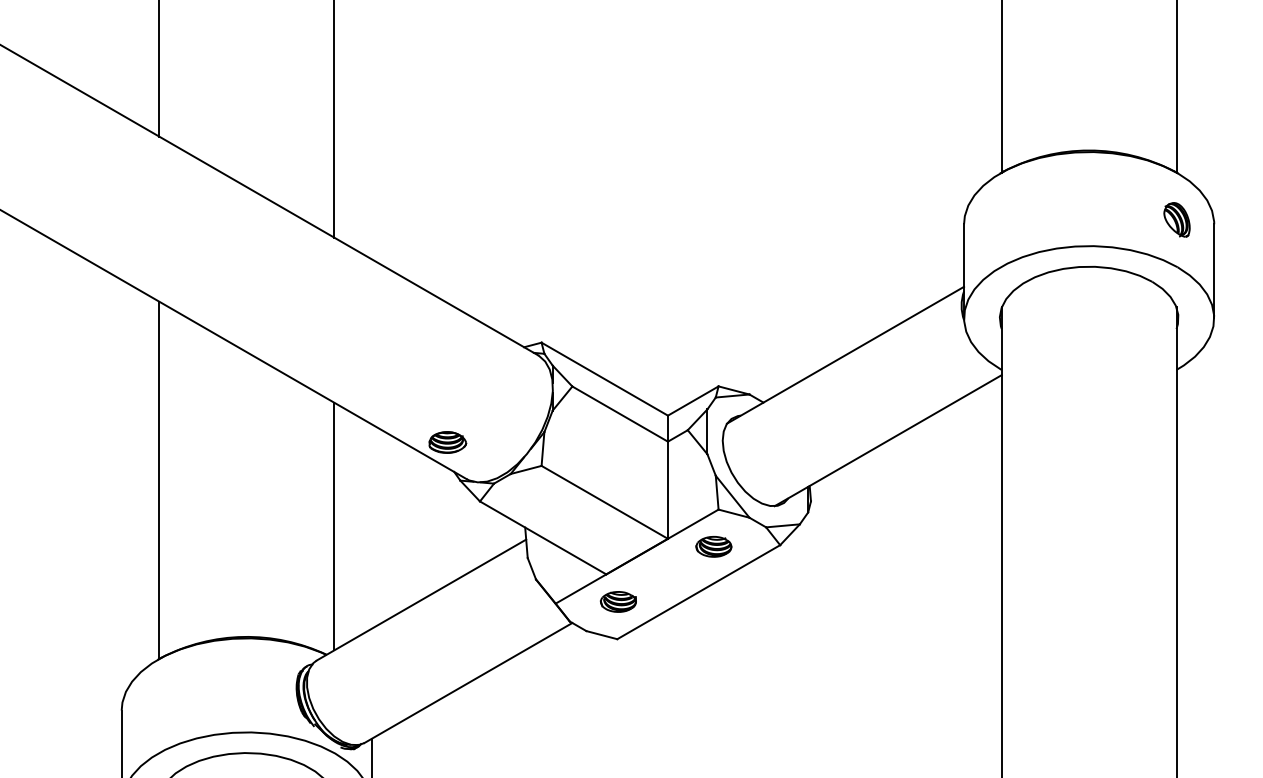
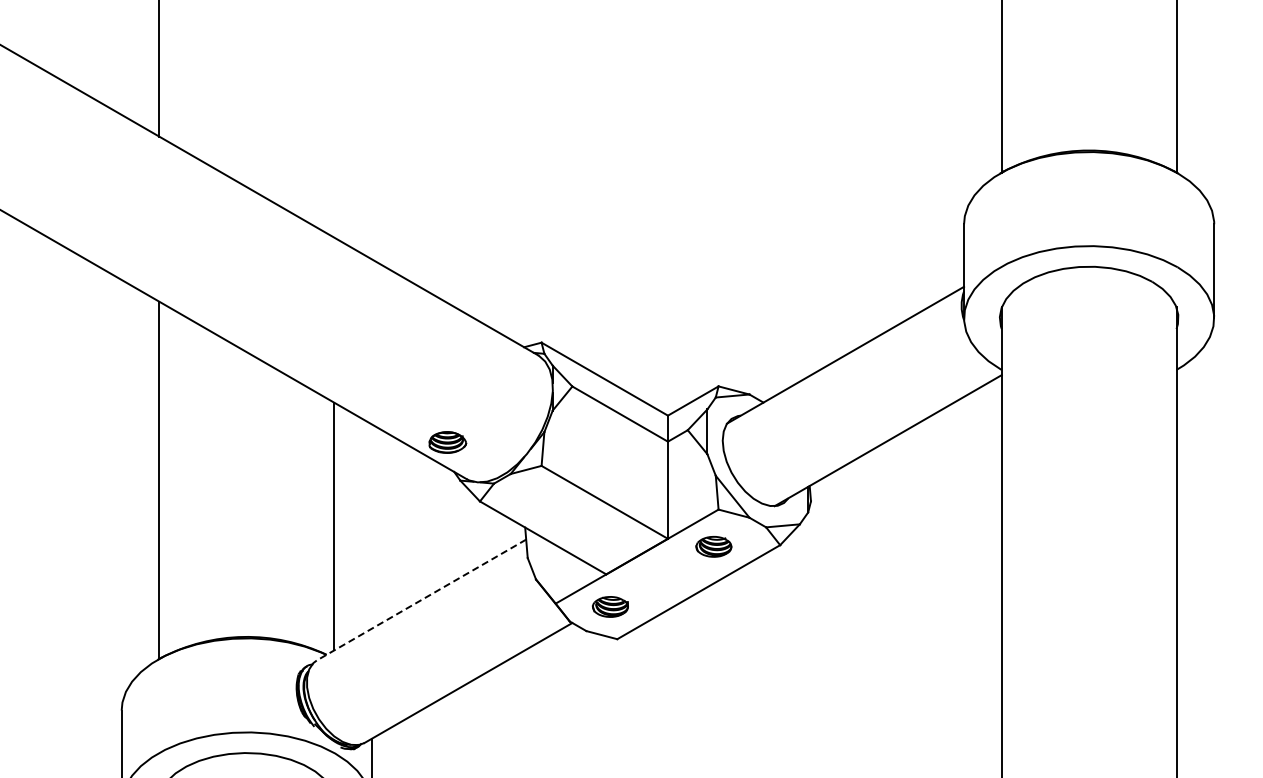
line at (334, 119): present -> none
part at (1176, 219): present -> none
line at (421, 600): solid -> dashed
part at (617, 601) position: (617, 601) -> (609, 606)
